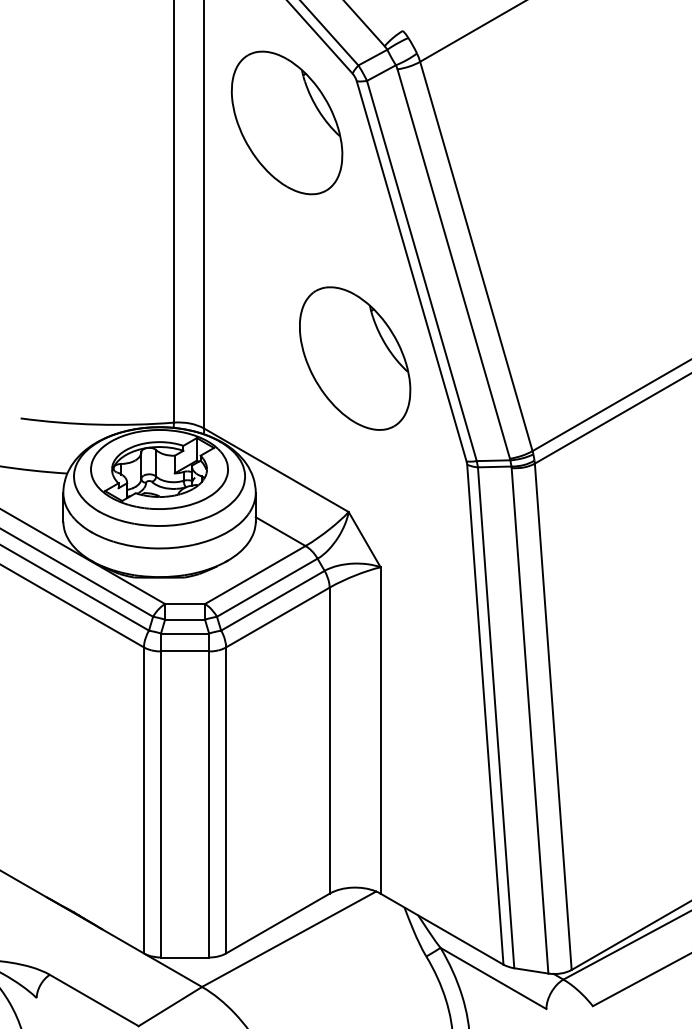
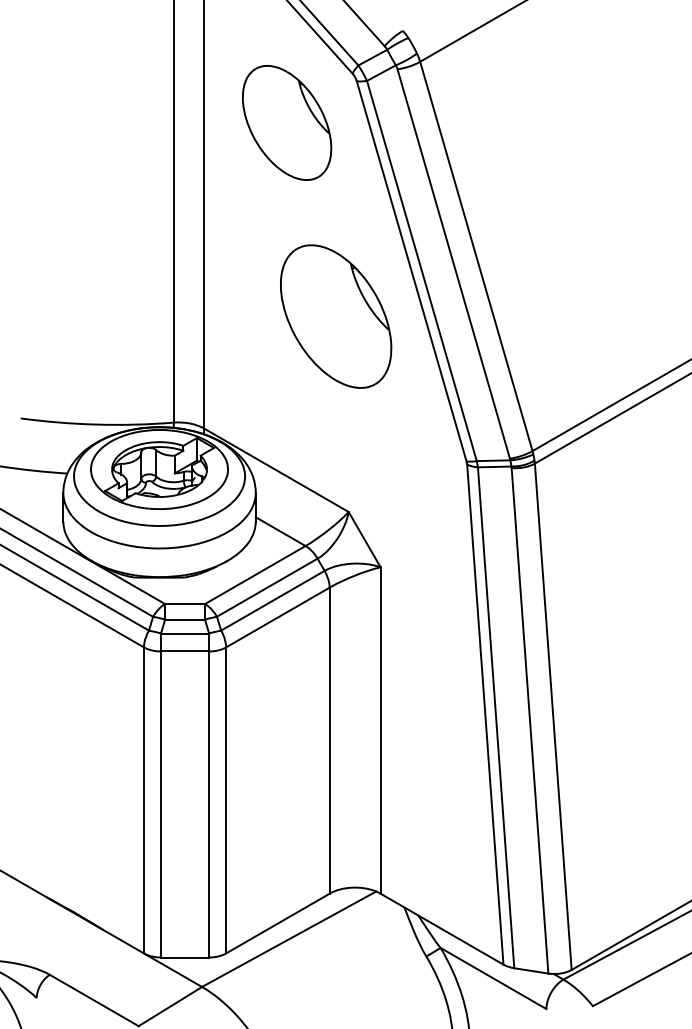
part at (286, 122) size: 114x146 px -> 91x116 px
part at (355, 358) position: (355, 358) -> (336, 316)
